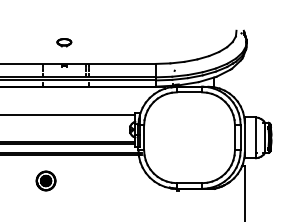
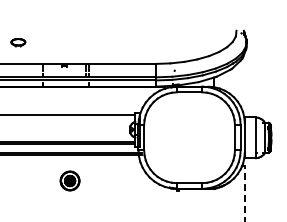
part at (64, 42) position: (64, 42) -> (18, 42)
part at (45, 180) position: (45, 180) -> (69, 180)
line at (244, 193): solid -> dashed
